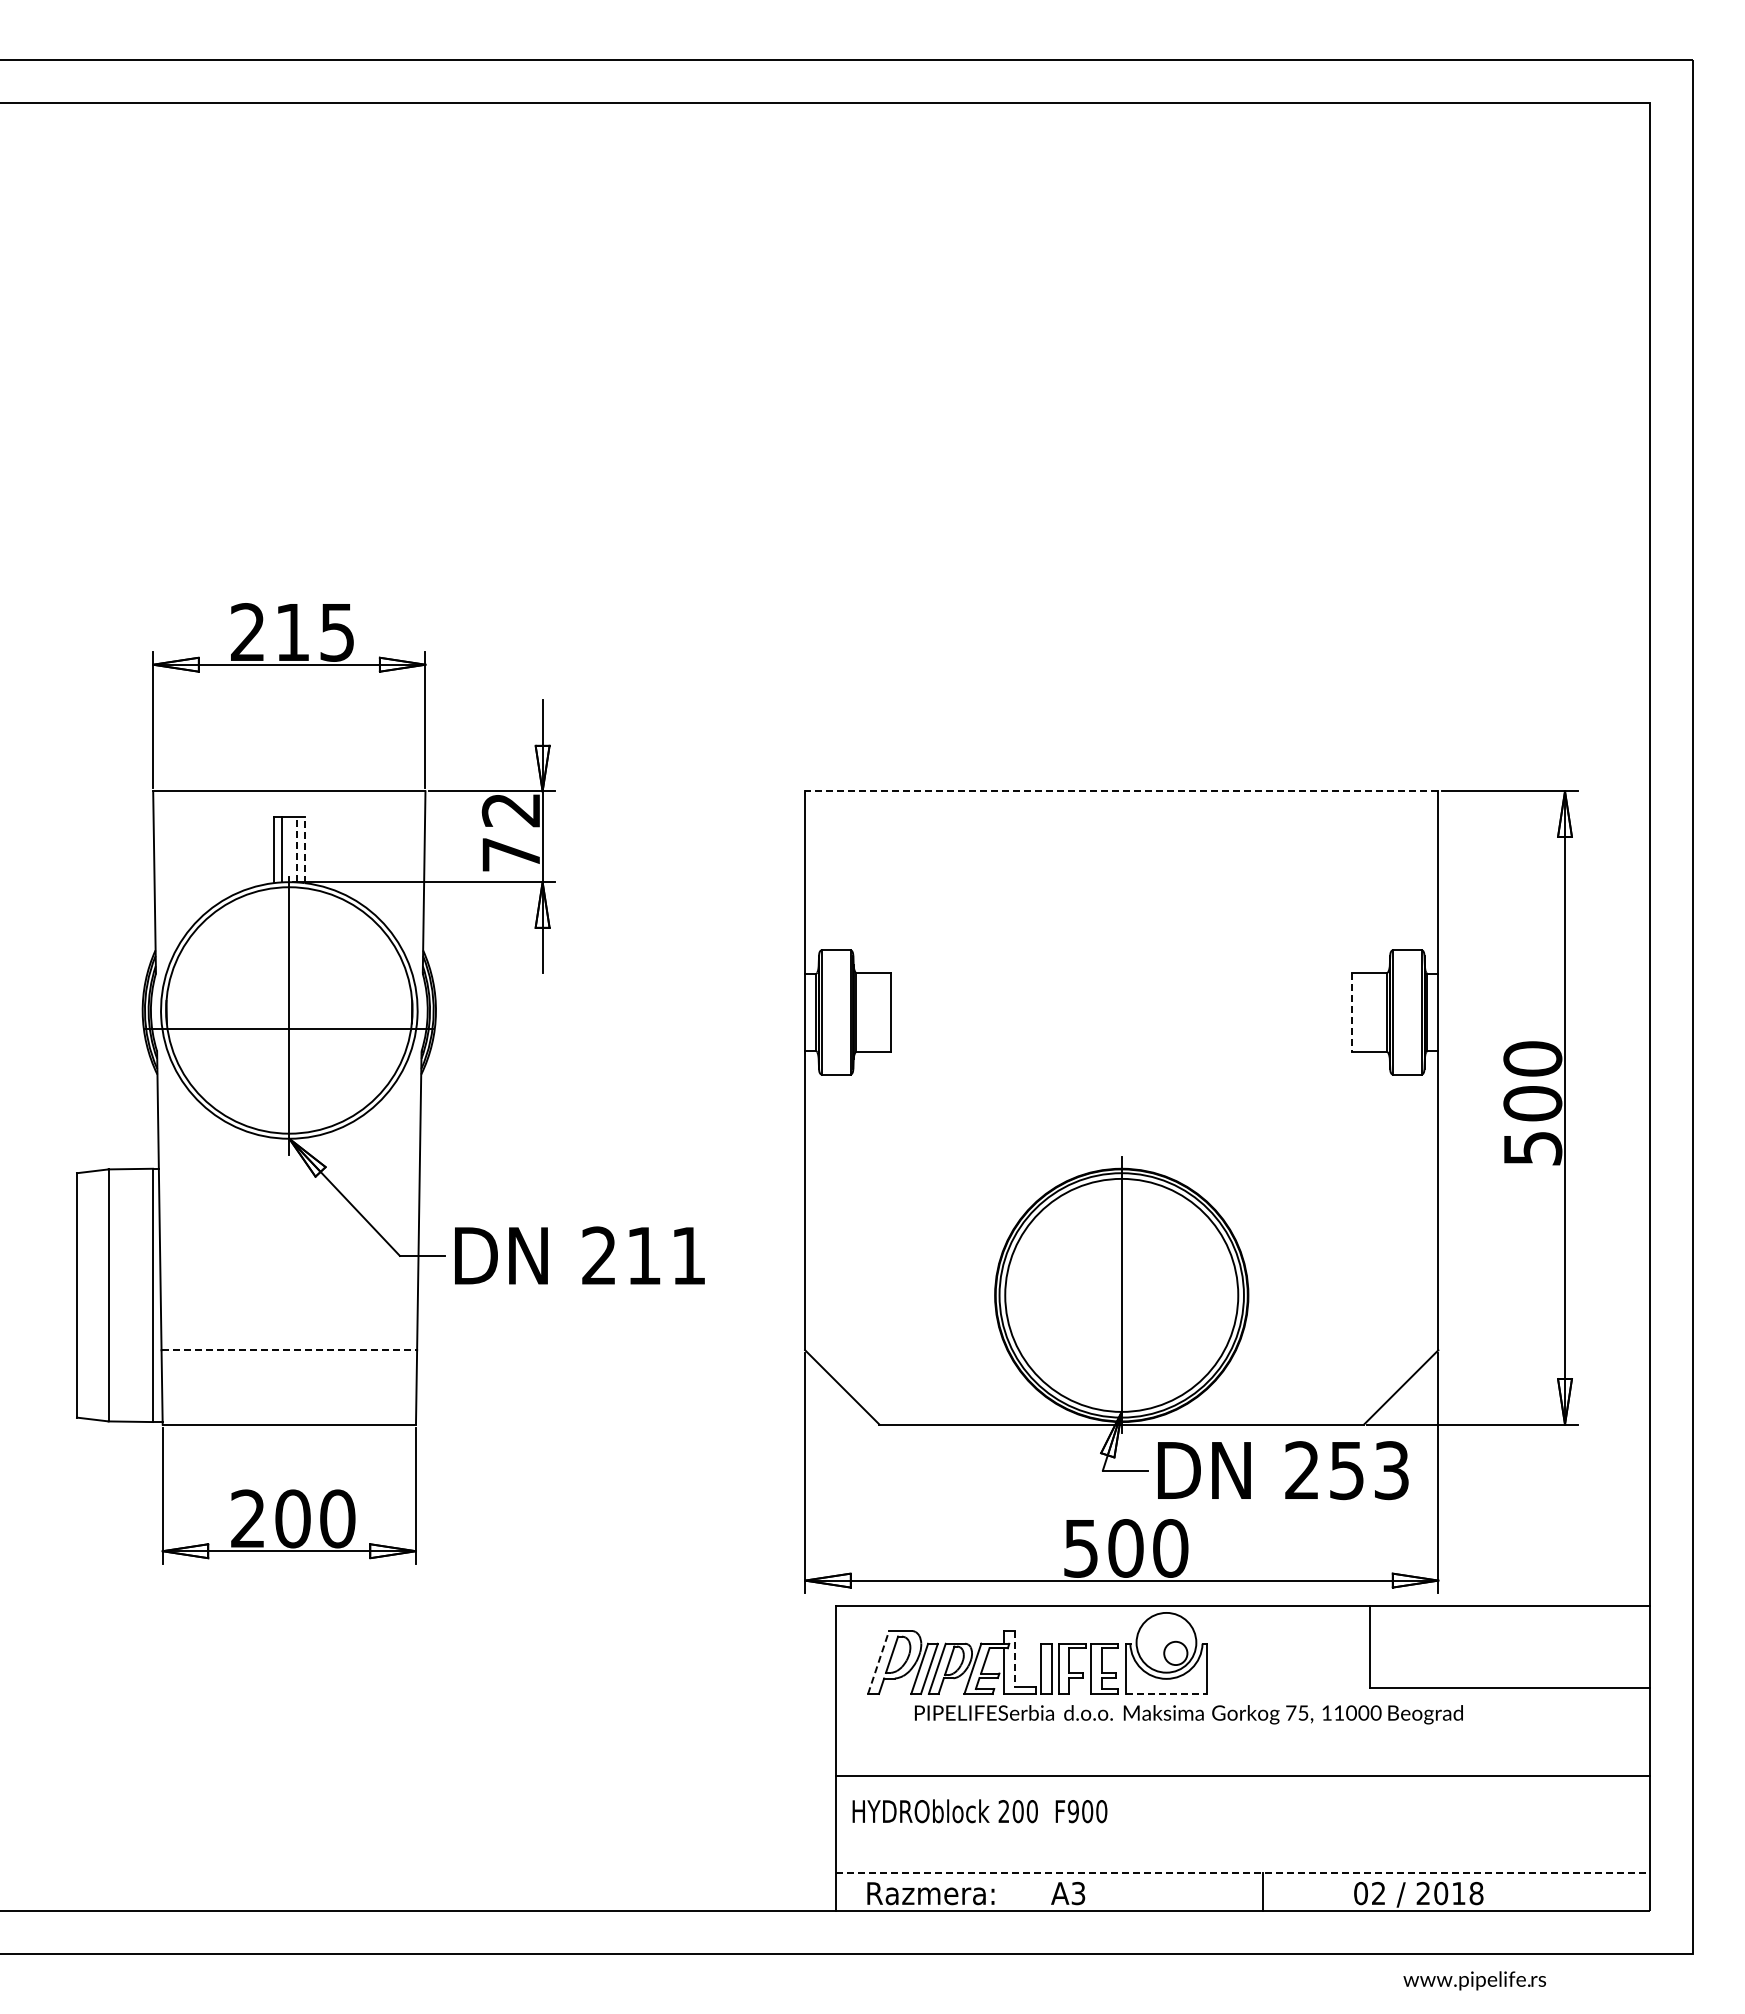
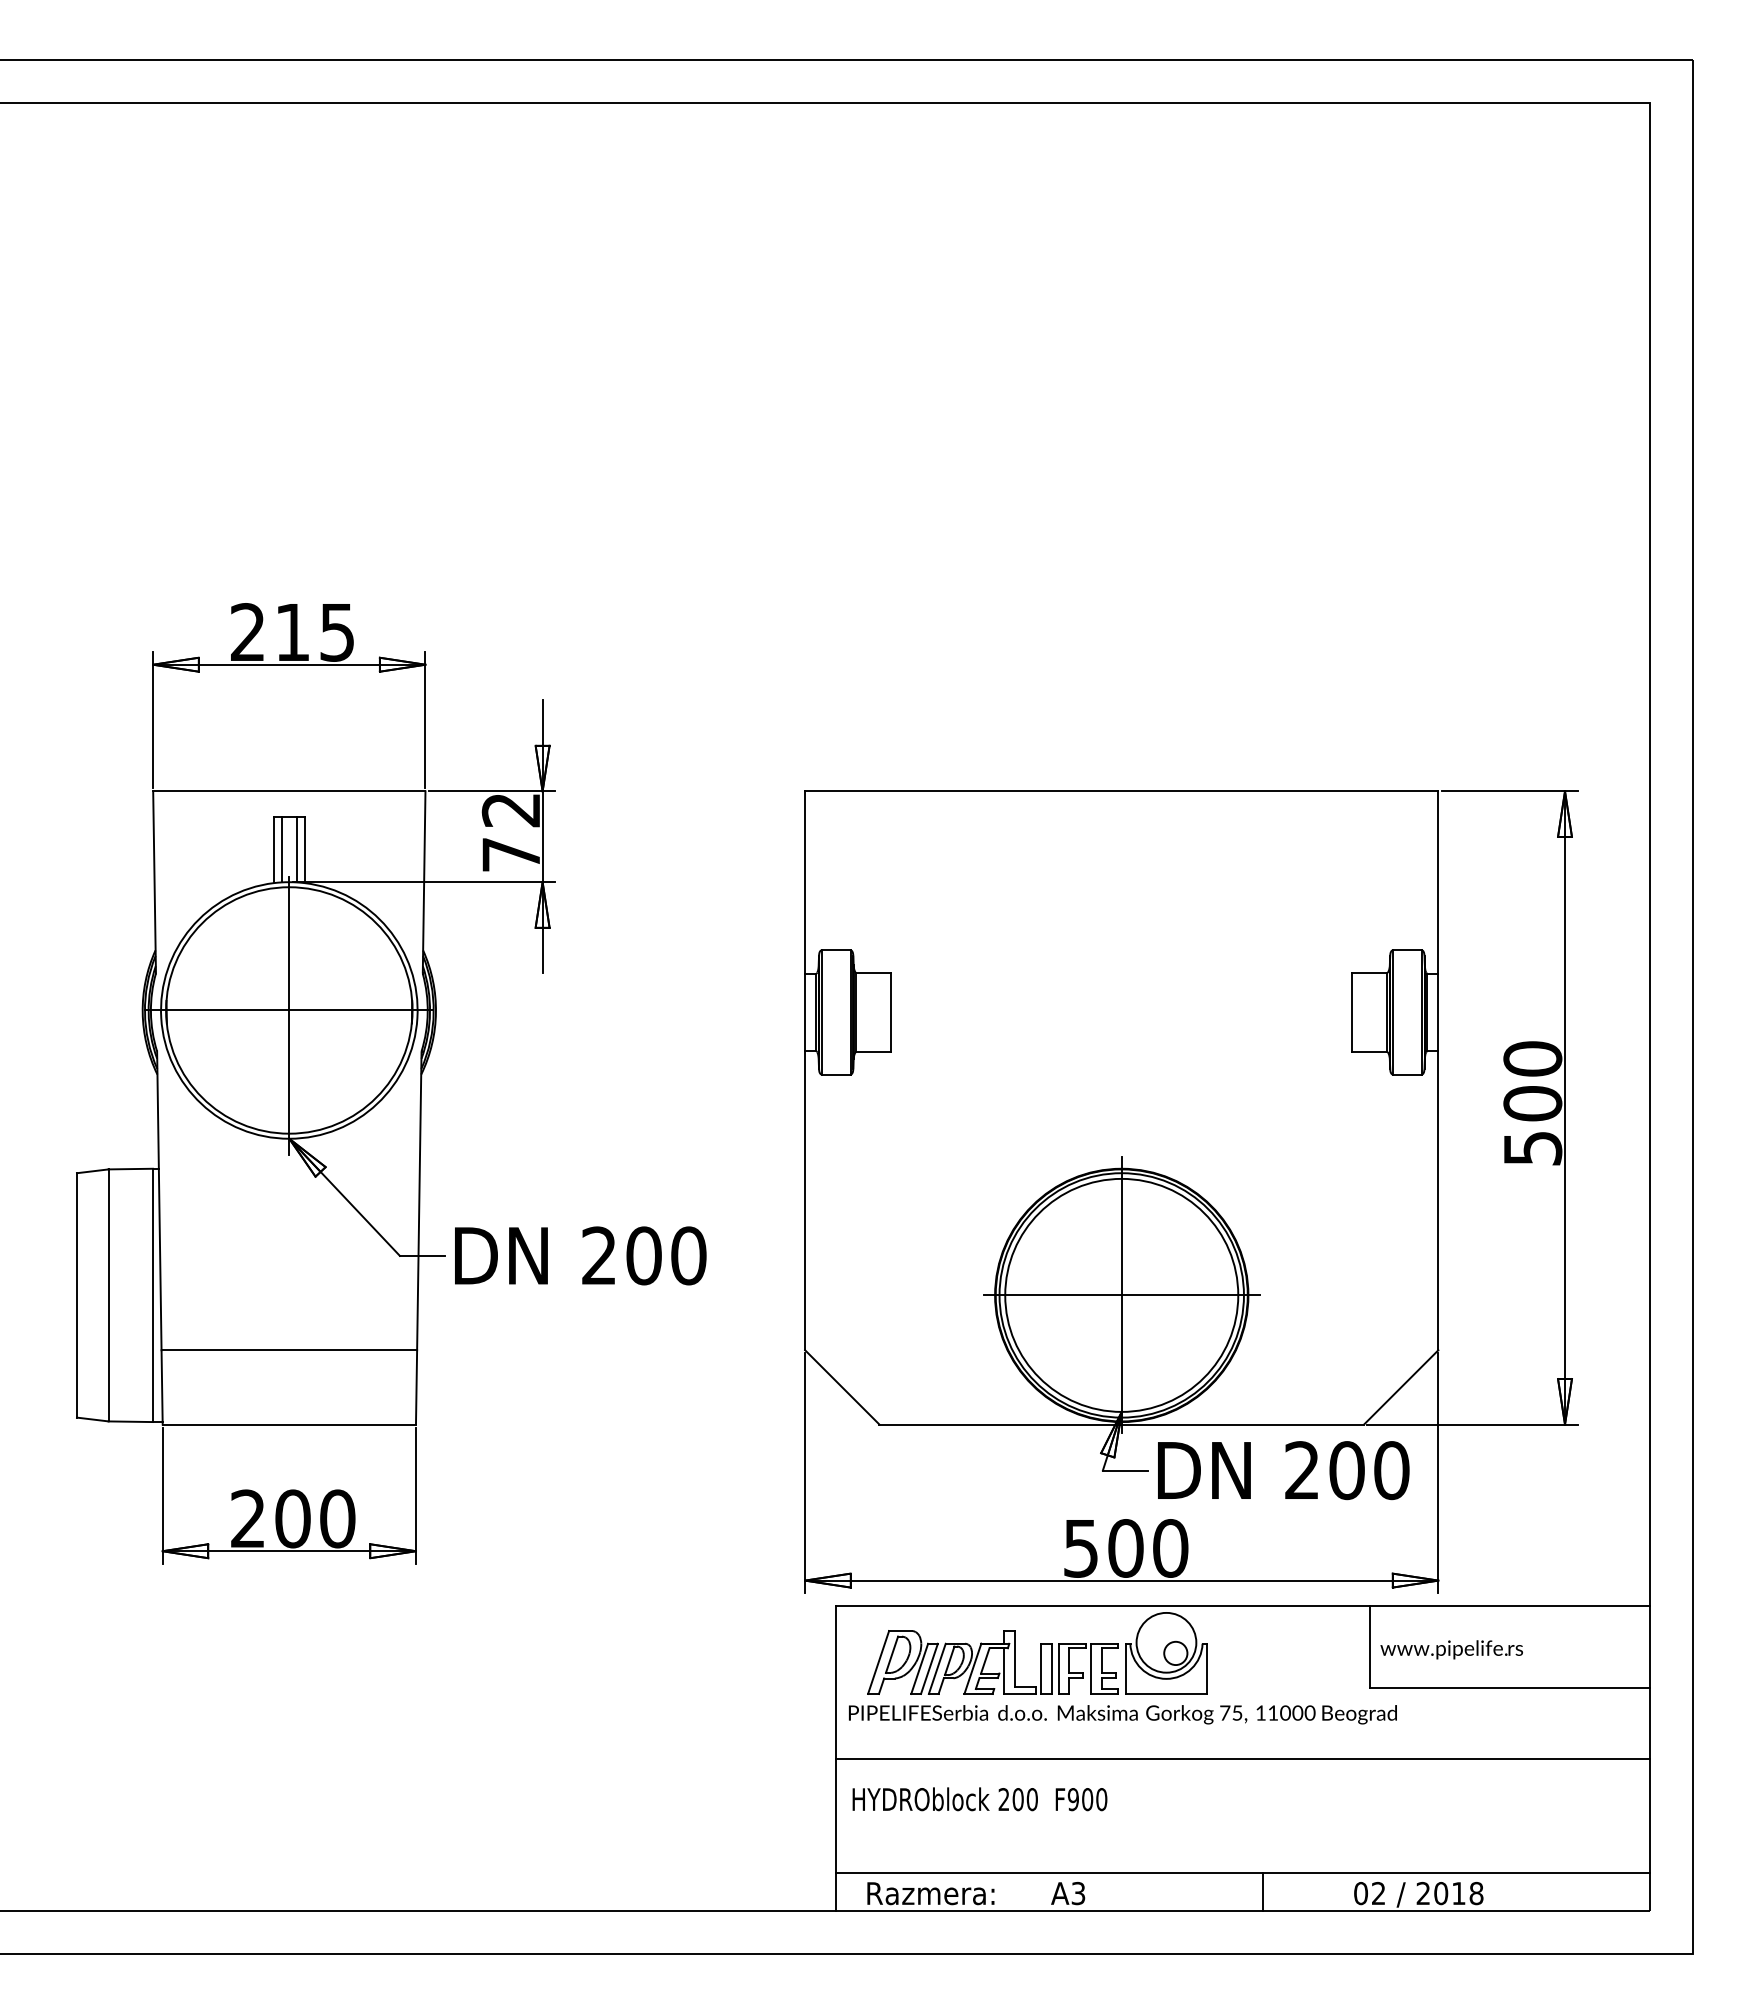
line at (1121, 791): dashed -> solid
line at (296, 849): dashed -> solid
line at (304, 849): dashed -> solid
line at (1352, 1012): dashed -> solid
line at (289, 1029) position: (289, 1029) -> (289, 1010)
text at (666, 1255): 211 -> 200
line at (1121, 1295): none -> present
line at (289, 1350): dashed -> solid
text at (1369, 1470): 253 -> 200
line at (1014, 1659): dashed -> solid
line at (878, 1662): dashed -> solid
line at (1167, 1693): dashed -> solid
text at (1188, 1714) position: (1188, 1714) -> (1122, 1714)
line at (1243, 1775) position: (1243, 1775) -> (1243, 1758)
text at (979, 1811) position: (979, 1811) -> (979, 1799)
line at (1243, 1872): dashed -> solid
text at (1474, 1980) position: (1474, 1980) -> (1451, 1649)
